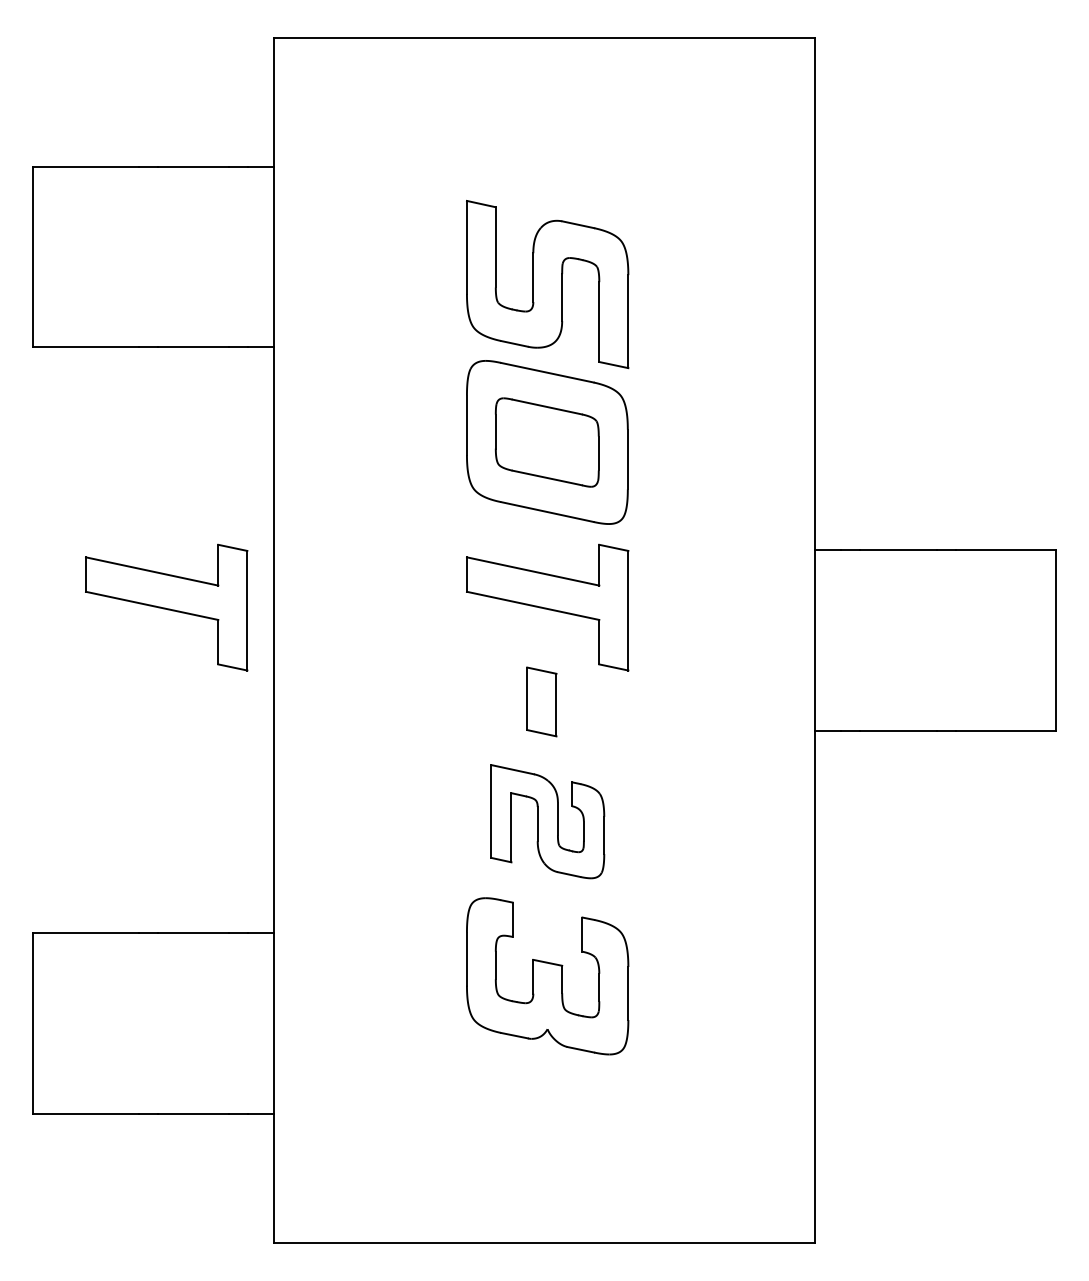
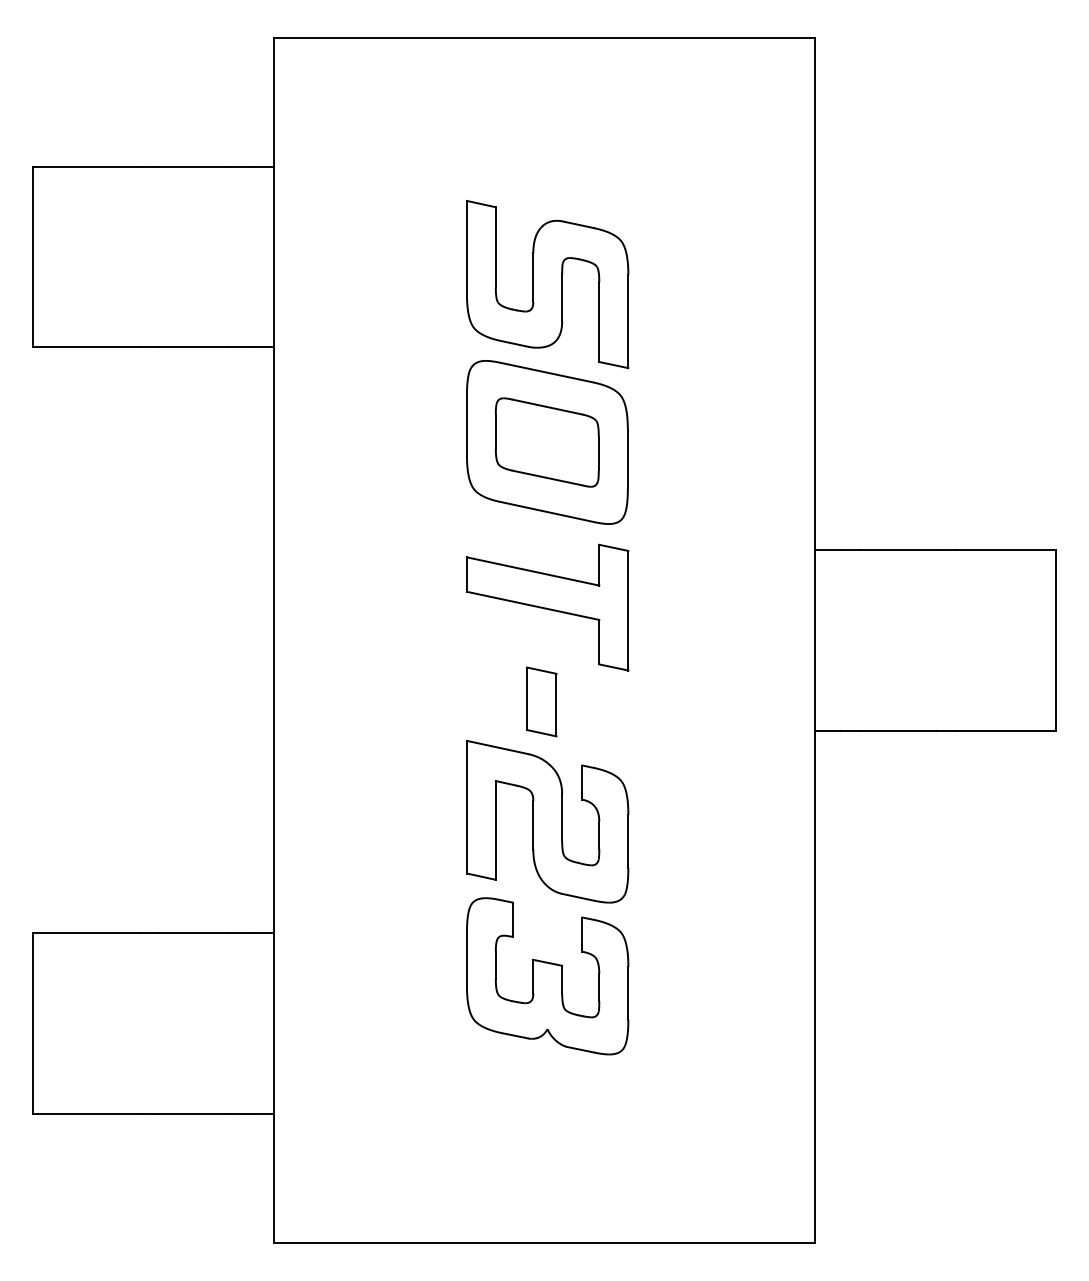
part at (166, 607): present -> none
part at (547, 821) size: 116x116 px -> 164x165 px
